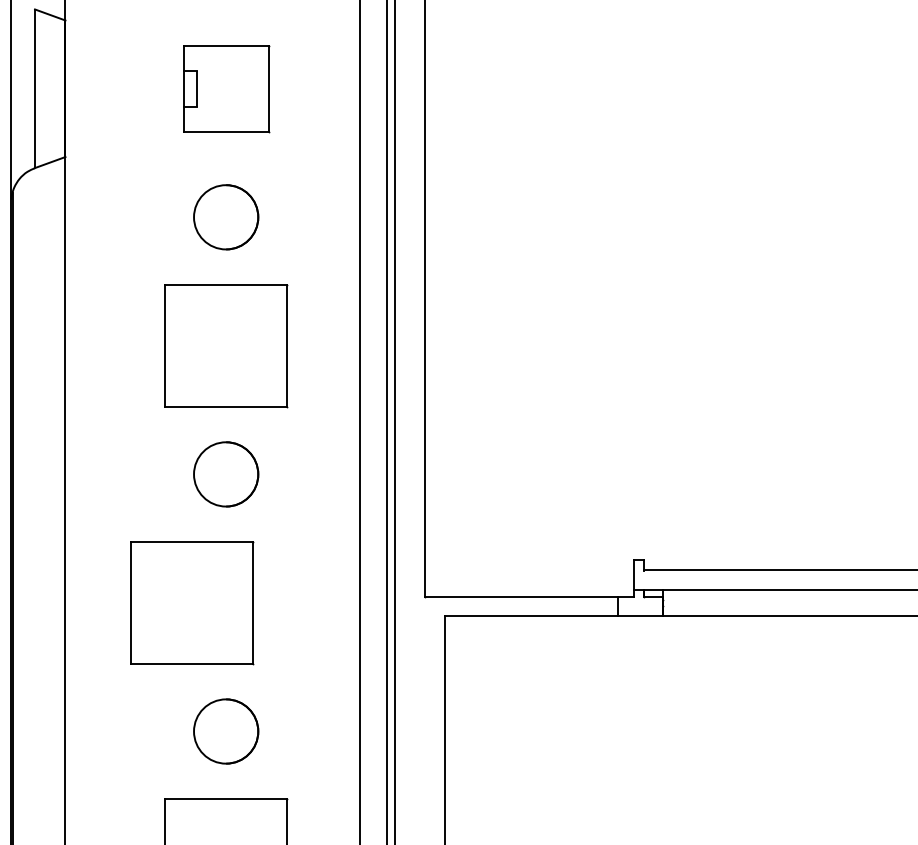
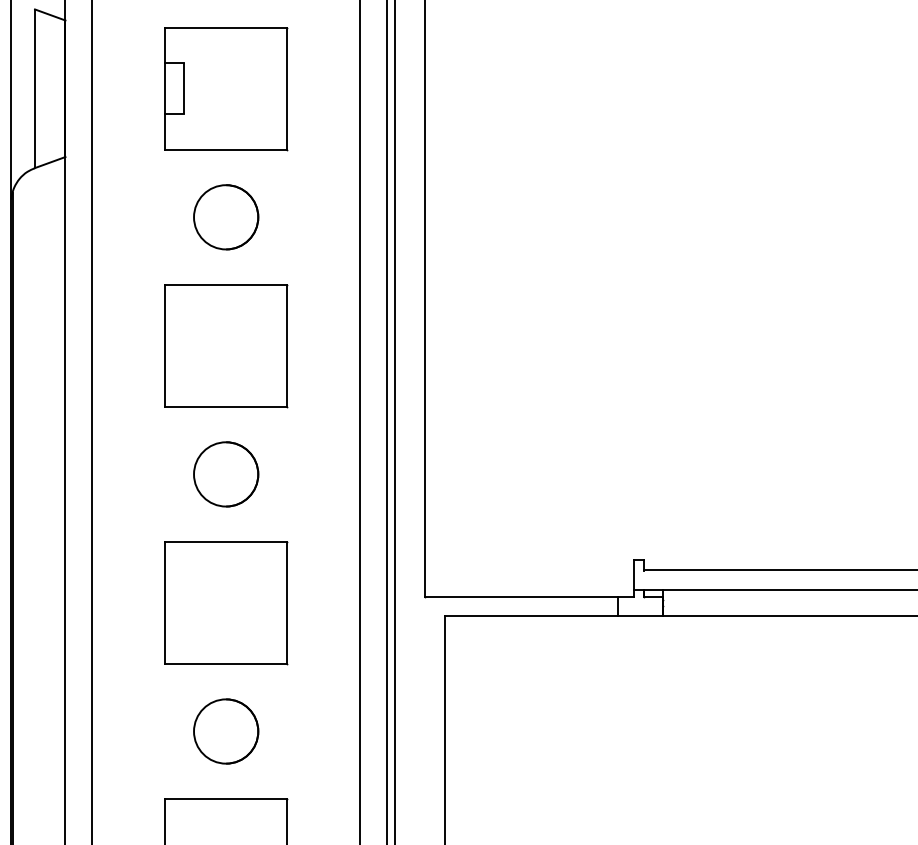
part at (226, 89) size: 88x89 px -> 125x125 px
line at (92, 421): none -> present
part at (192, 603) position: (192, 603) -> (226, 603)
